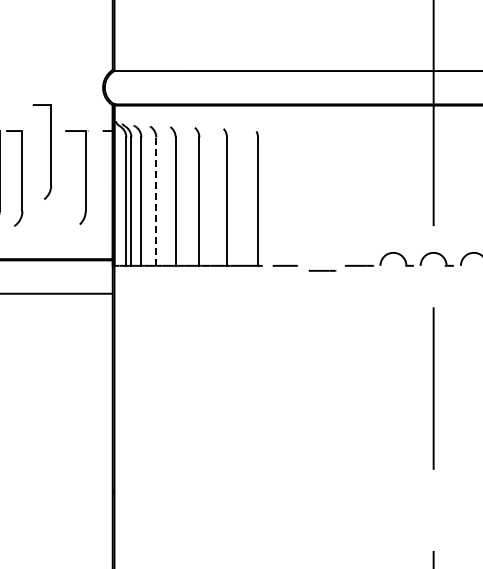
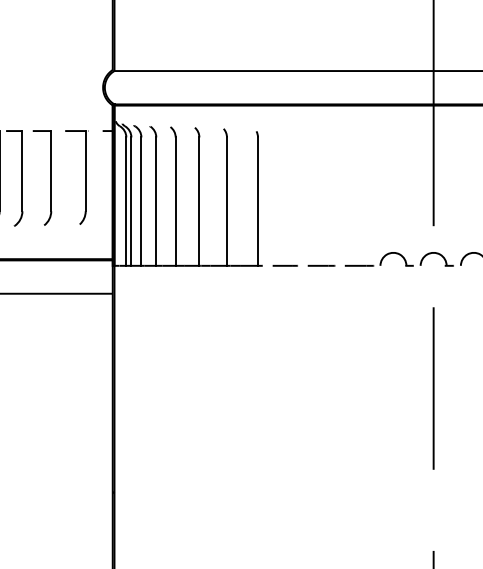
part at (50, 151) position: (50, 151) -> (50, 177)
line at (156, 201): dashed -> solid
line at (322, 270) position: (322, 270) -> (321, 265)
